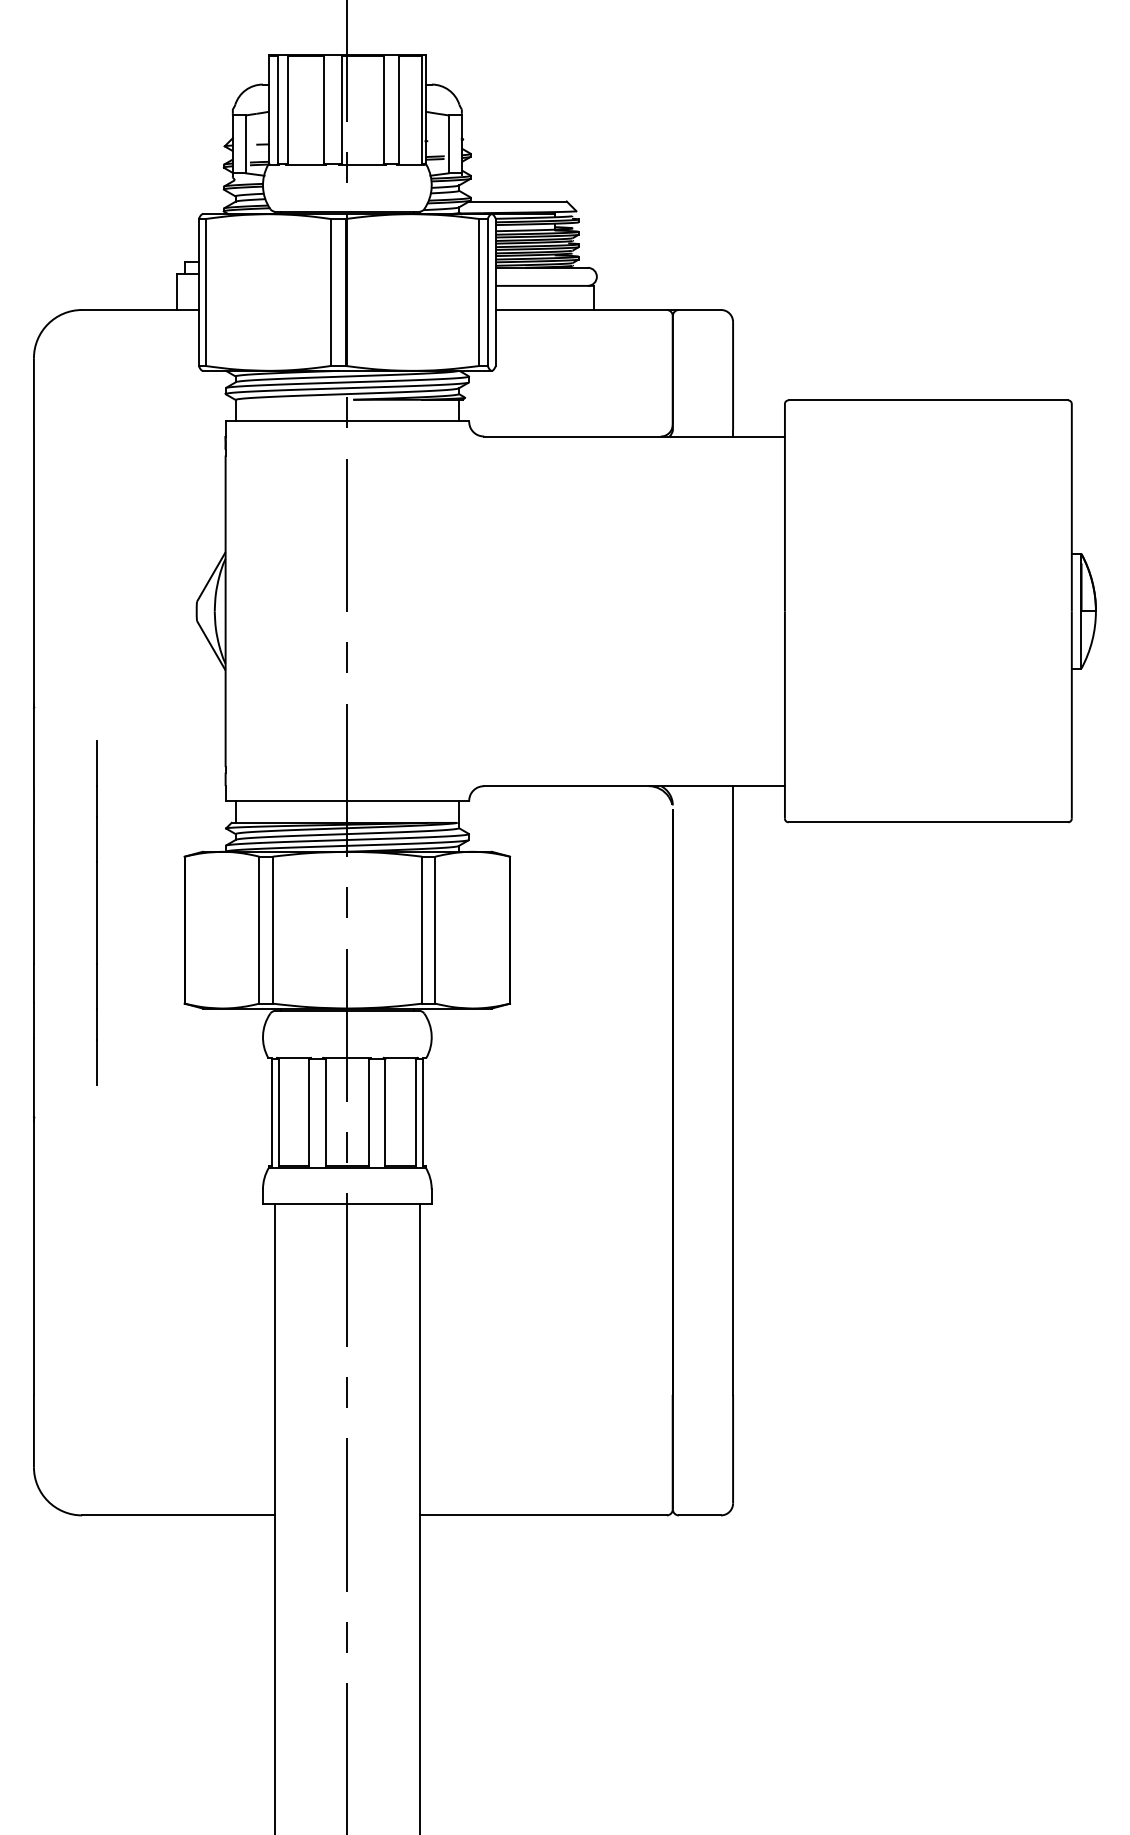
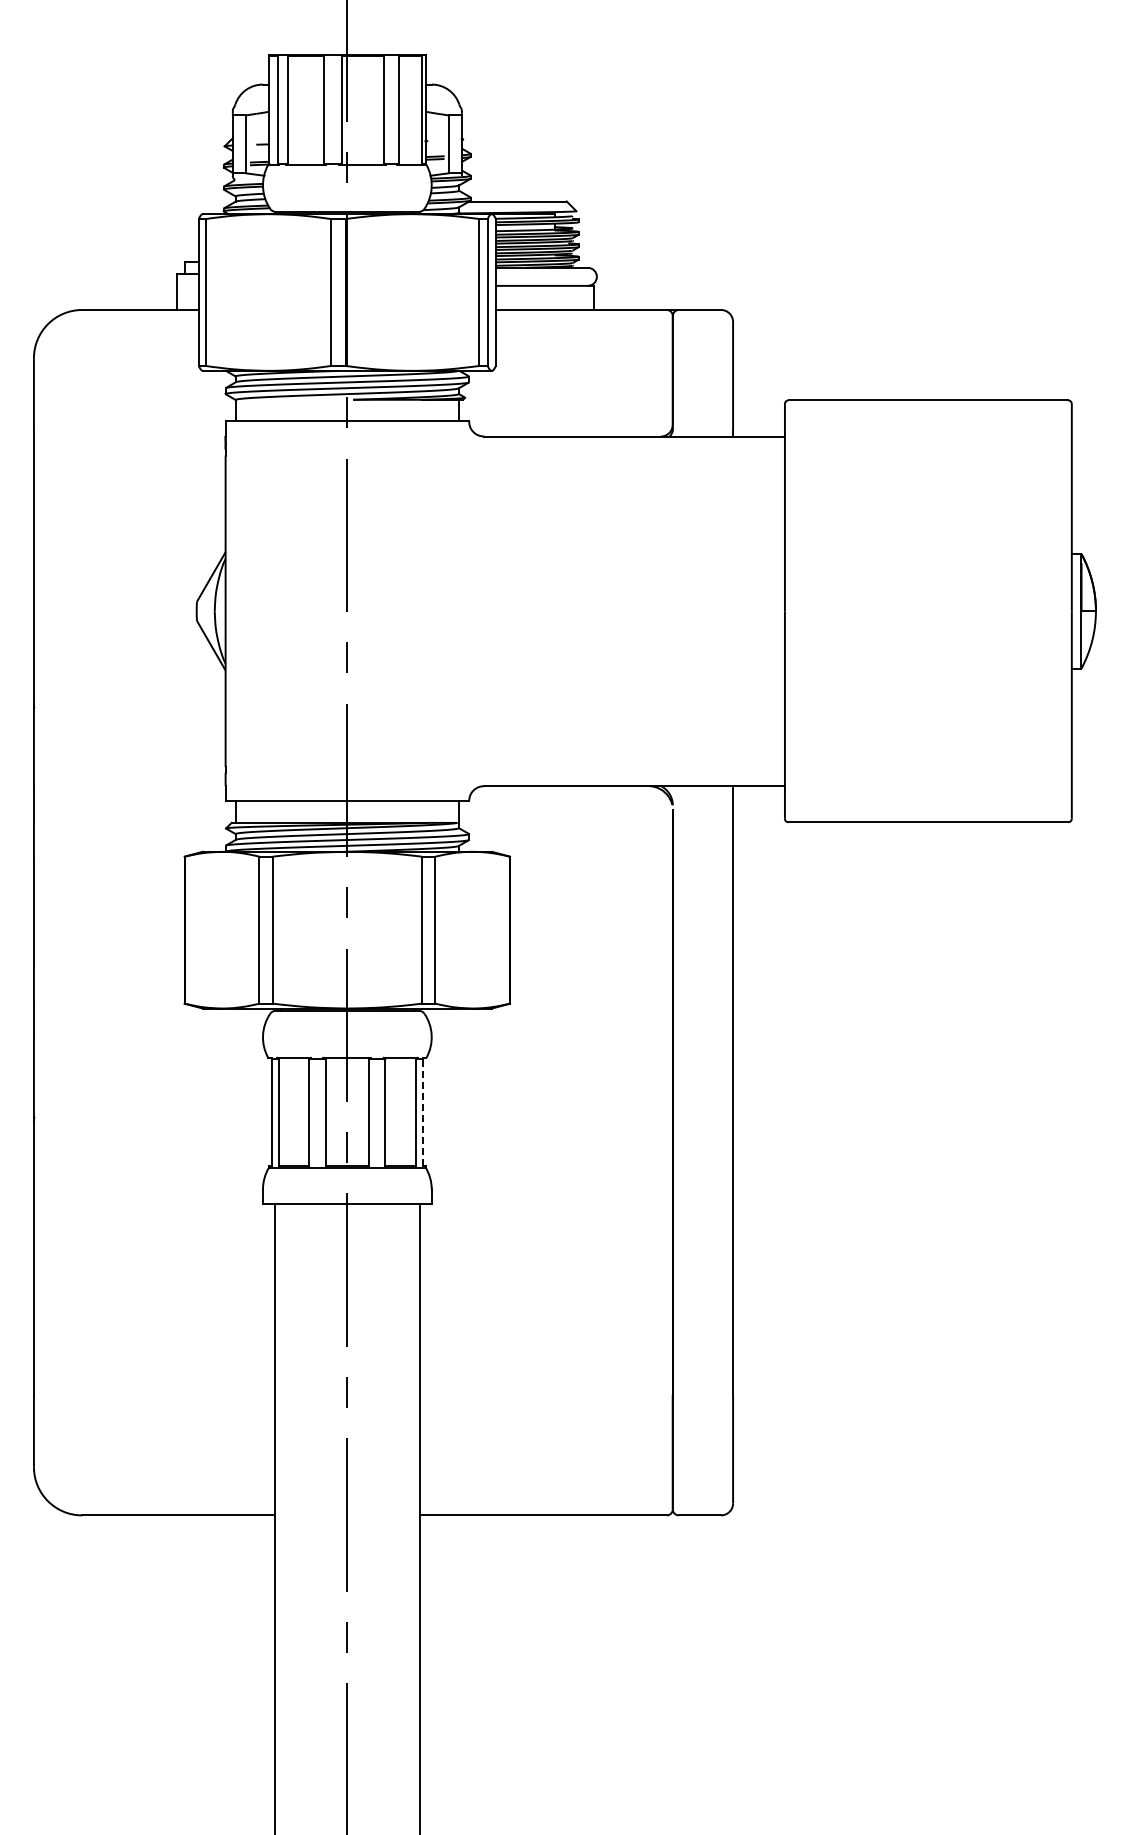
line at (96, 912): present -> none
line at (422, 1112): solid -> dashed
